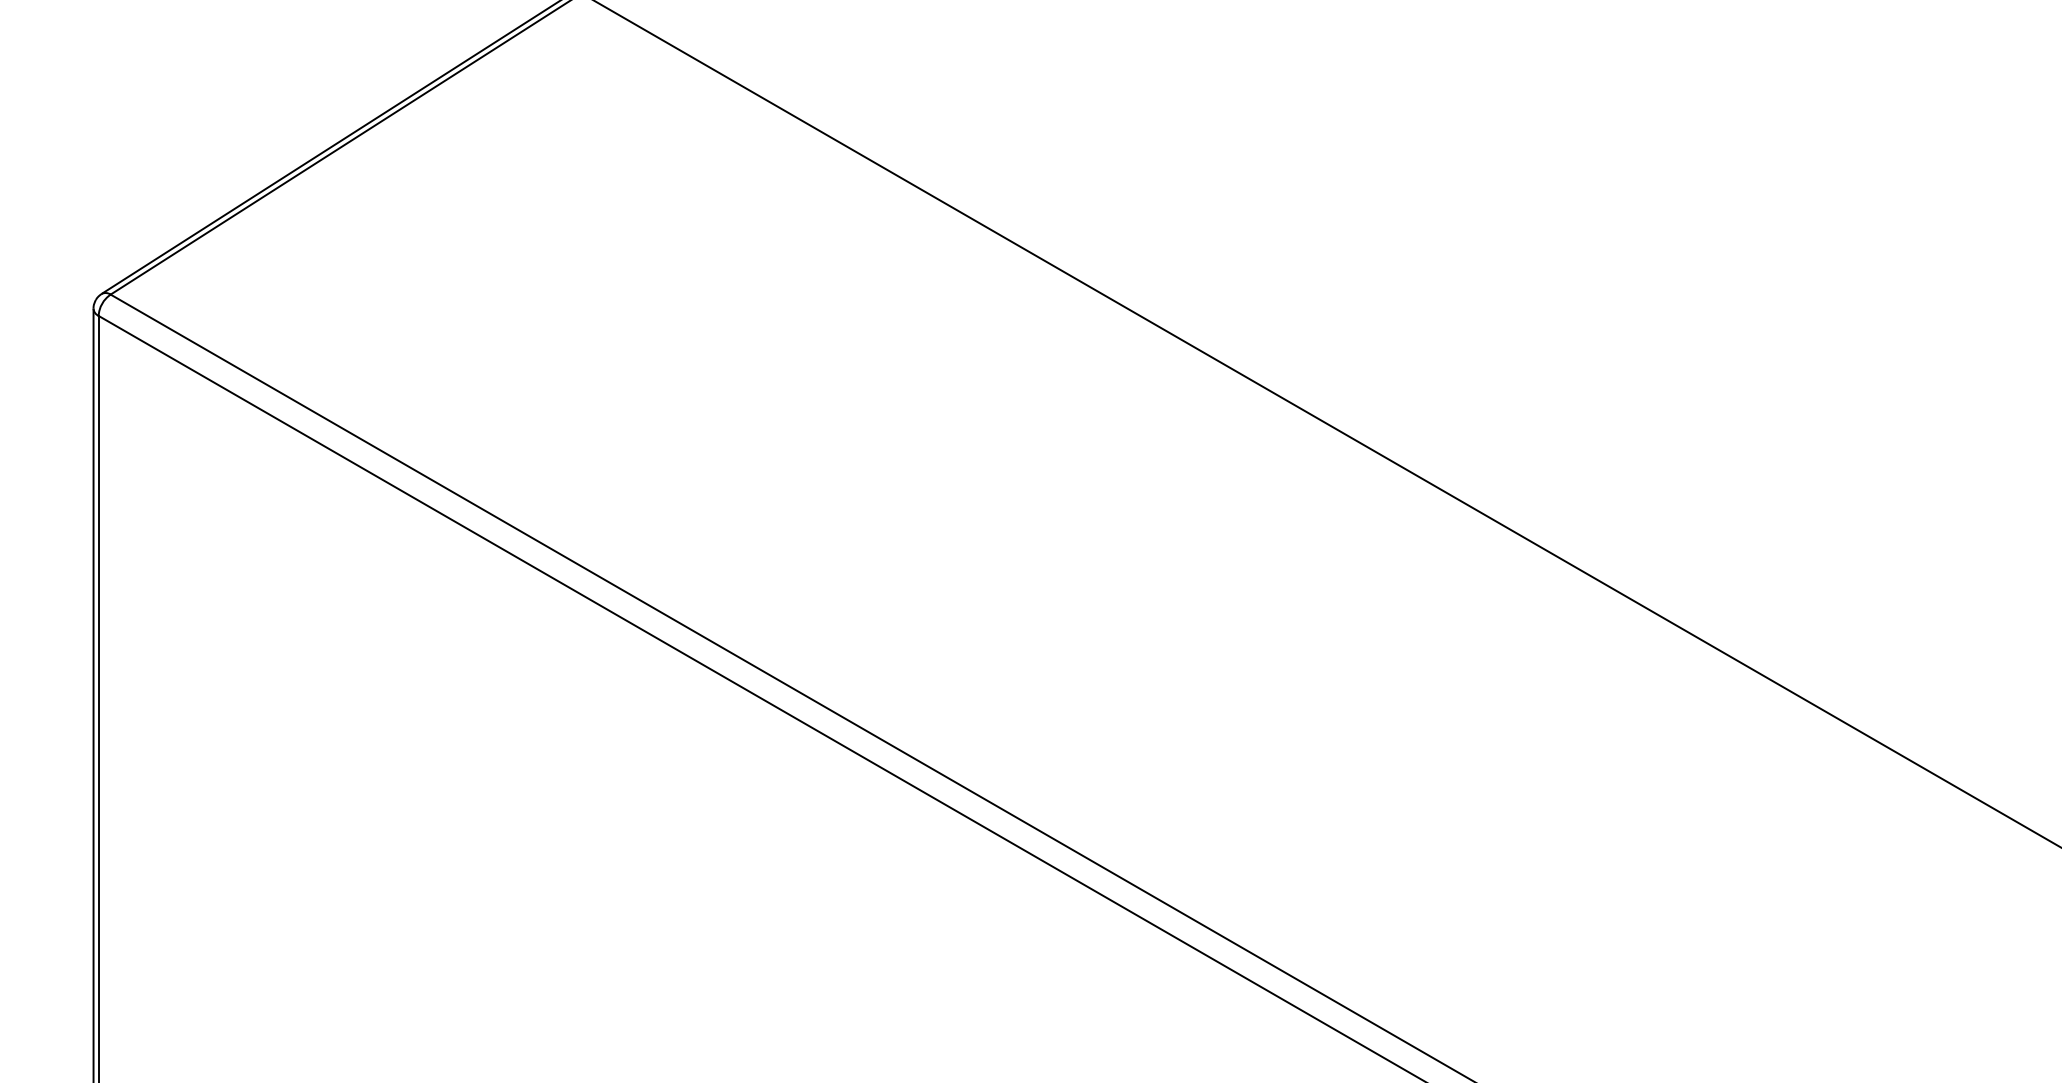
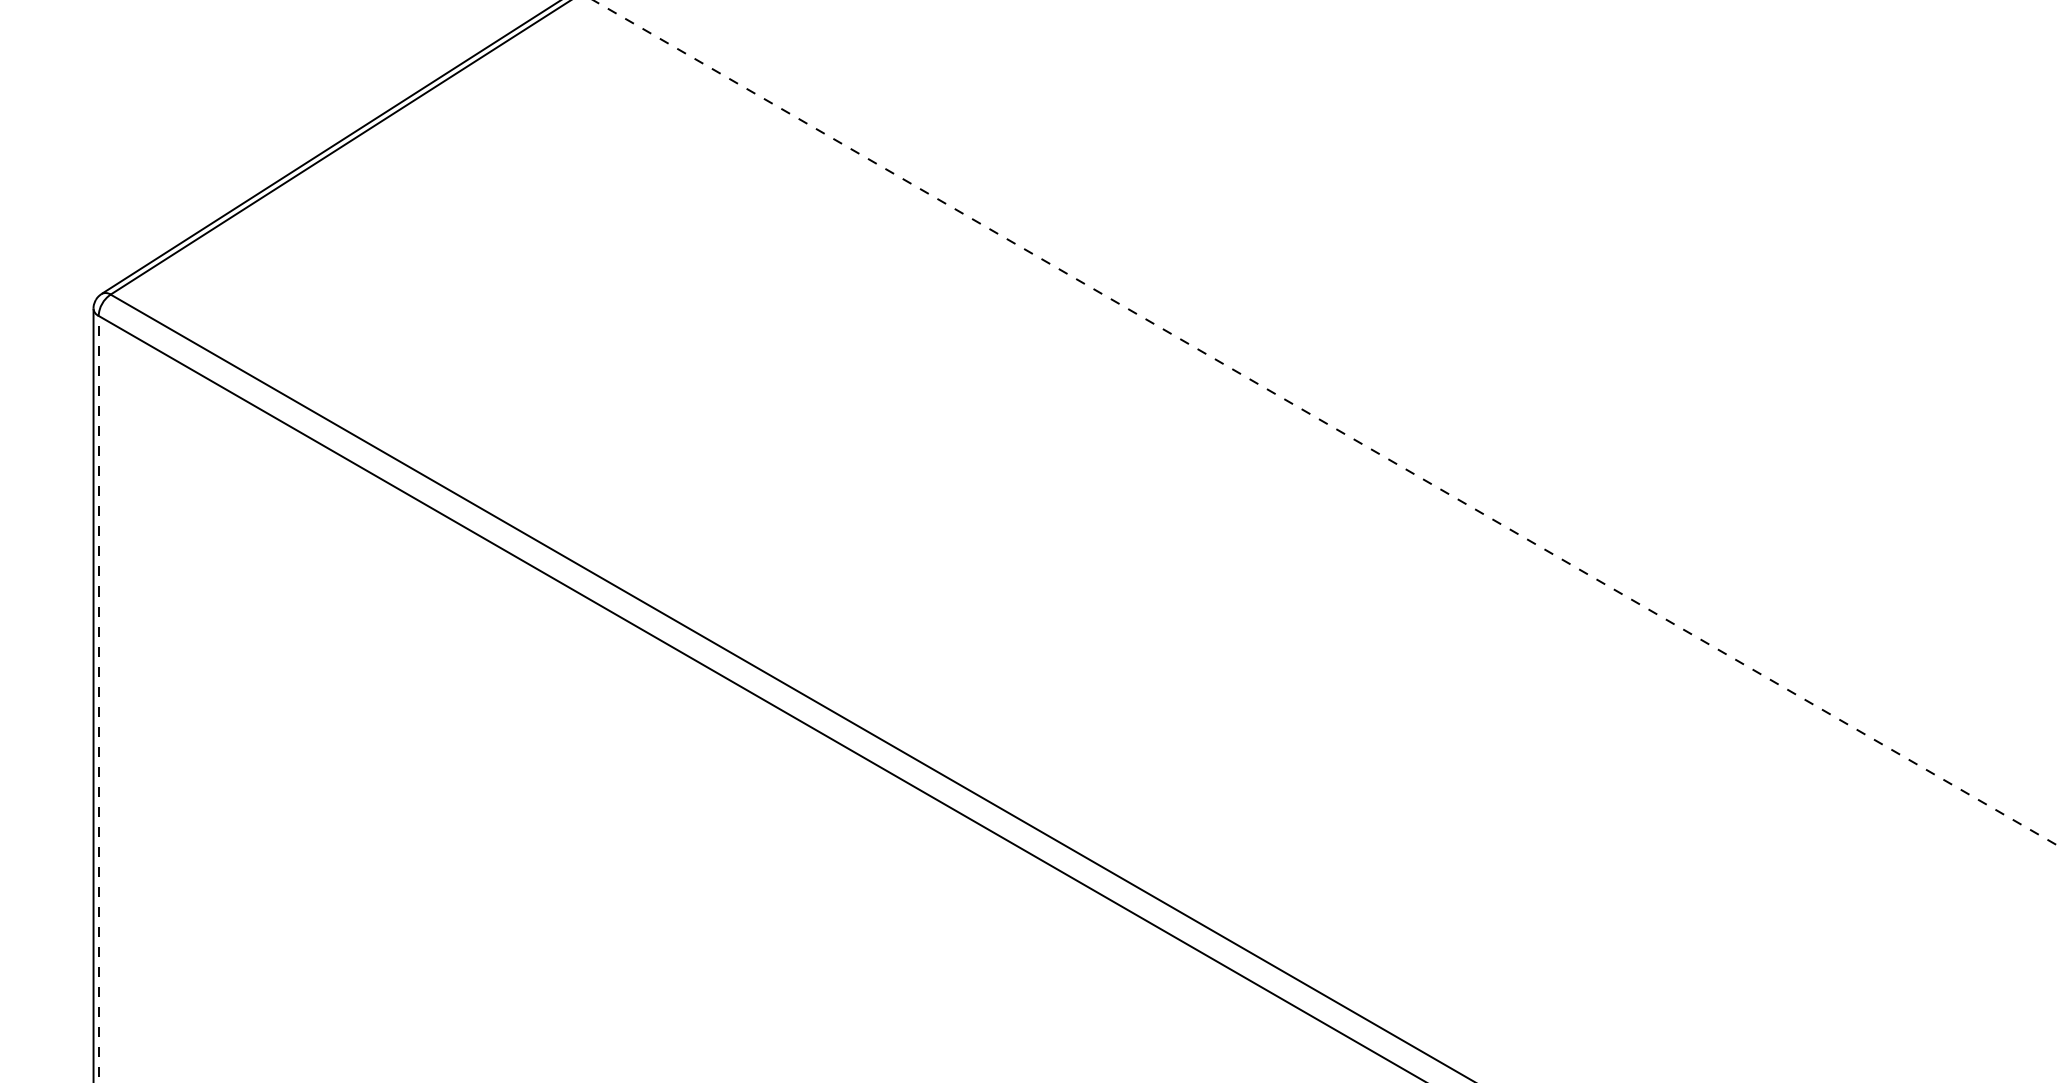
line at (1327, 423): solid -> dashed
line at (98, 698): solid -> dashed
